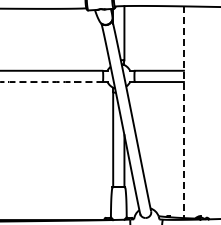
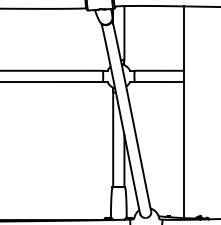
arc at (51, 82): dashed -> solid
line at (183, 112): dashed -> solid
